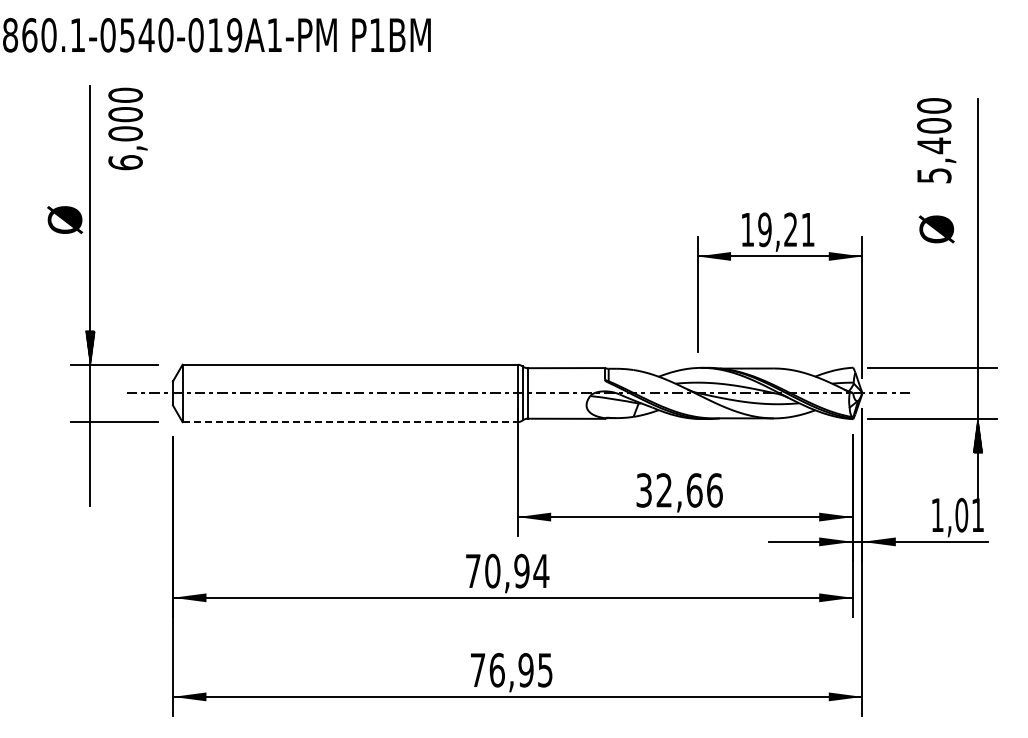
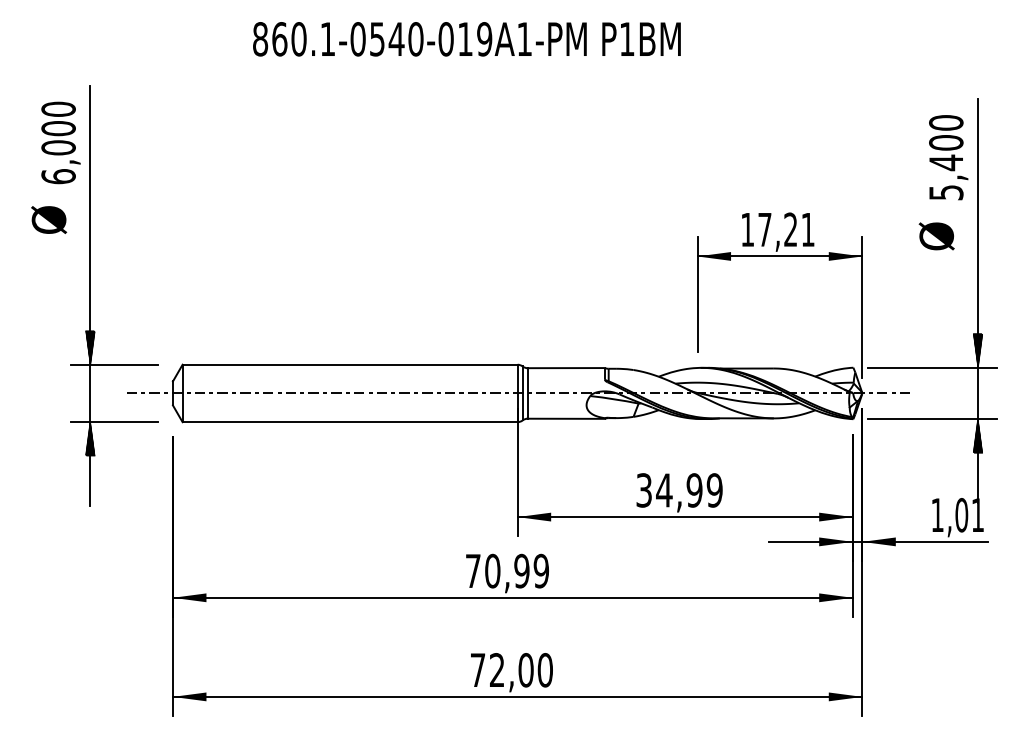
text at (216, 35) position: (216, 35) -> (466, 39)
text at (127, 128) position: (127, 128) -> (60, 142)
text at (936, 140) position: (936, 140) -> (948, 157)
text at (65, 219) position: (65, 219) -> (49, 219)
text at (764, 229): 19,21 -> 17,21
text at (936, 229) position: (936, 229) -> (936, 236)
hatch at (977, 350): none -> present
line at (350, 422): dashed -> solid
hatch at (89, 438): none -> present
text at (689, 490): 32,66 -> 34,99
text at (541, 570): 70,94 -> 70,99
text at (520, 670): 76,95 -> 72,00
